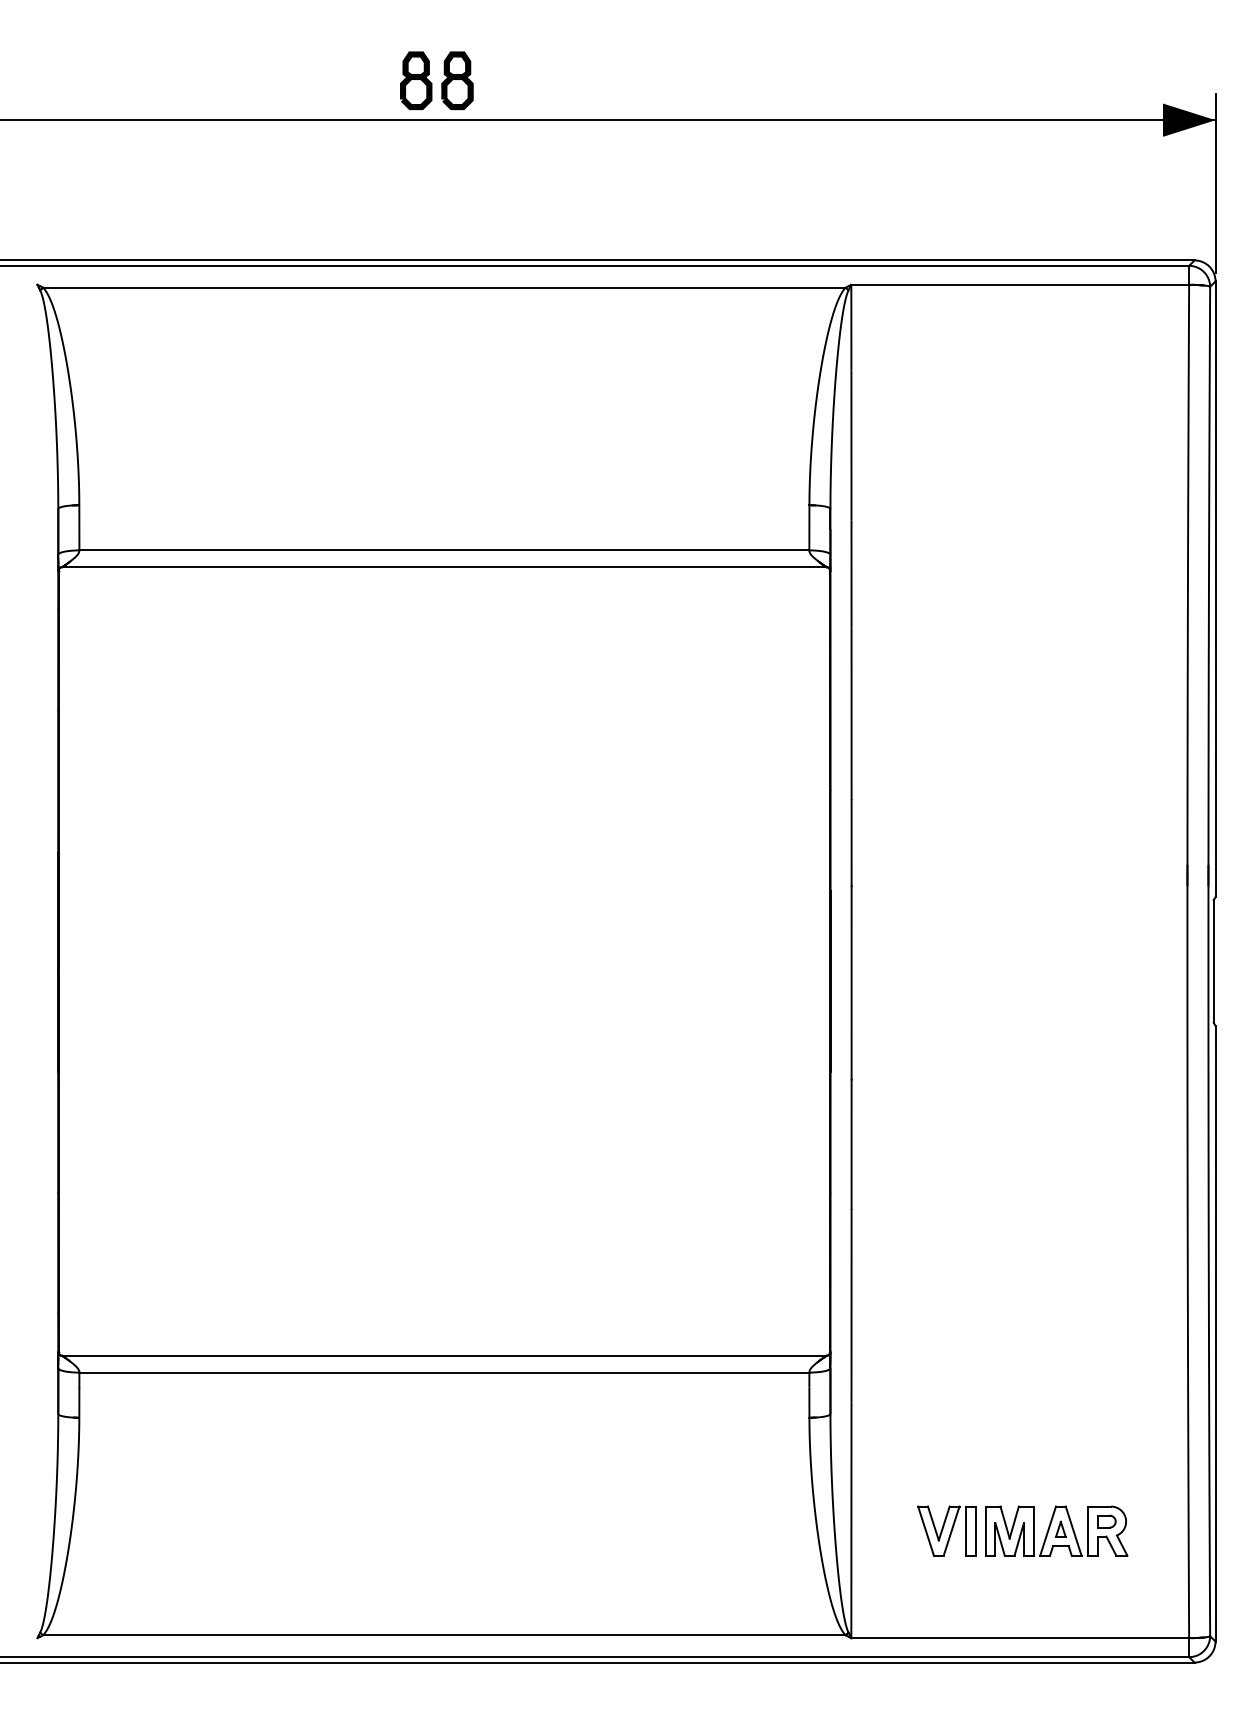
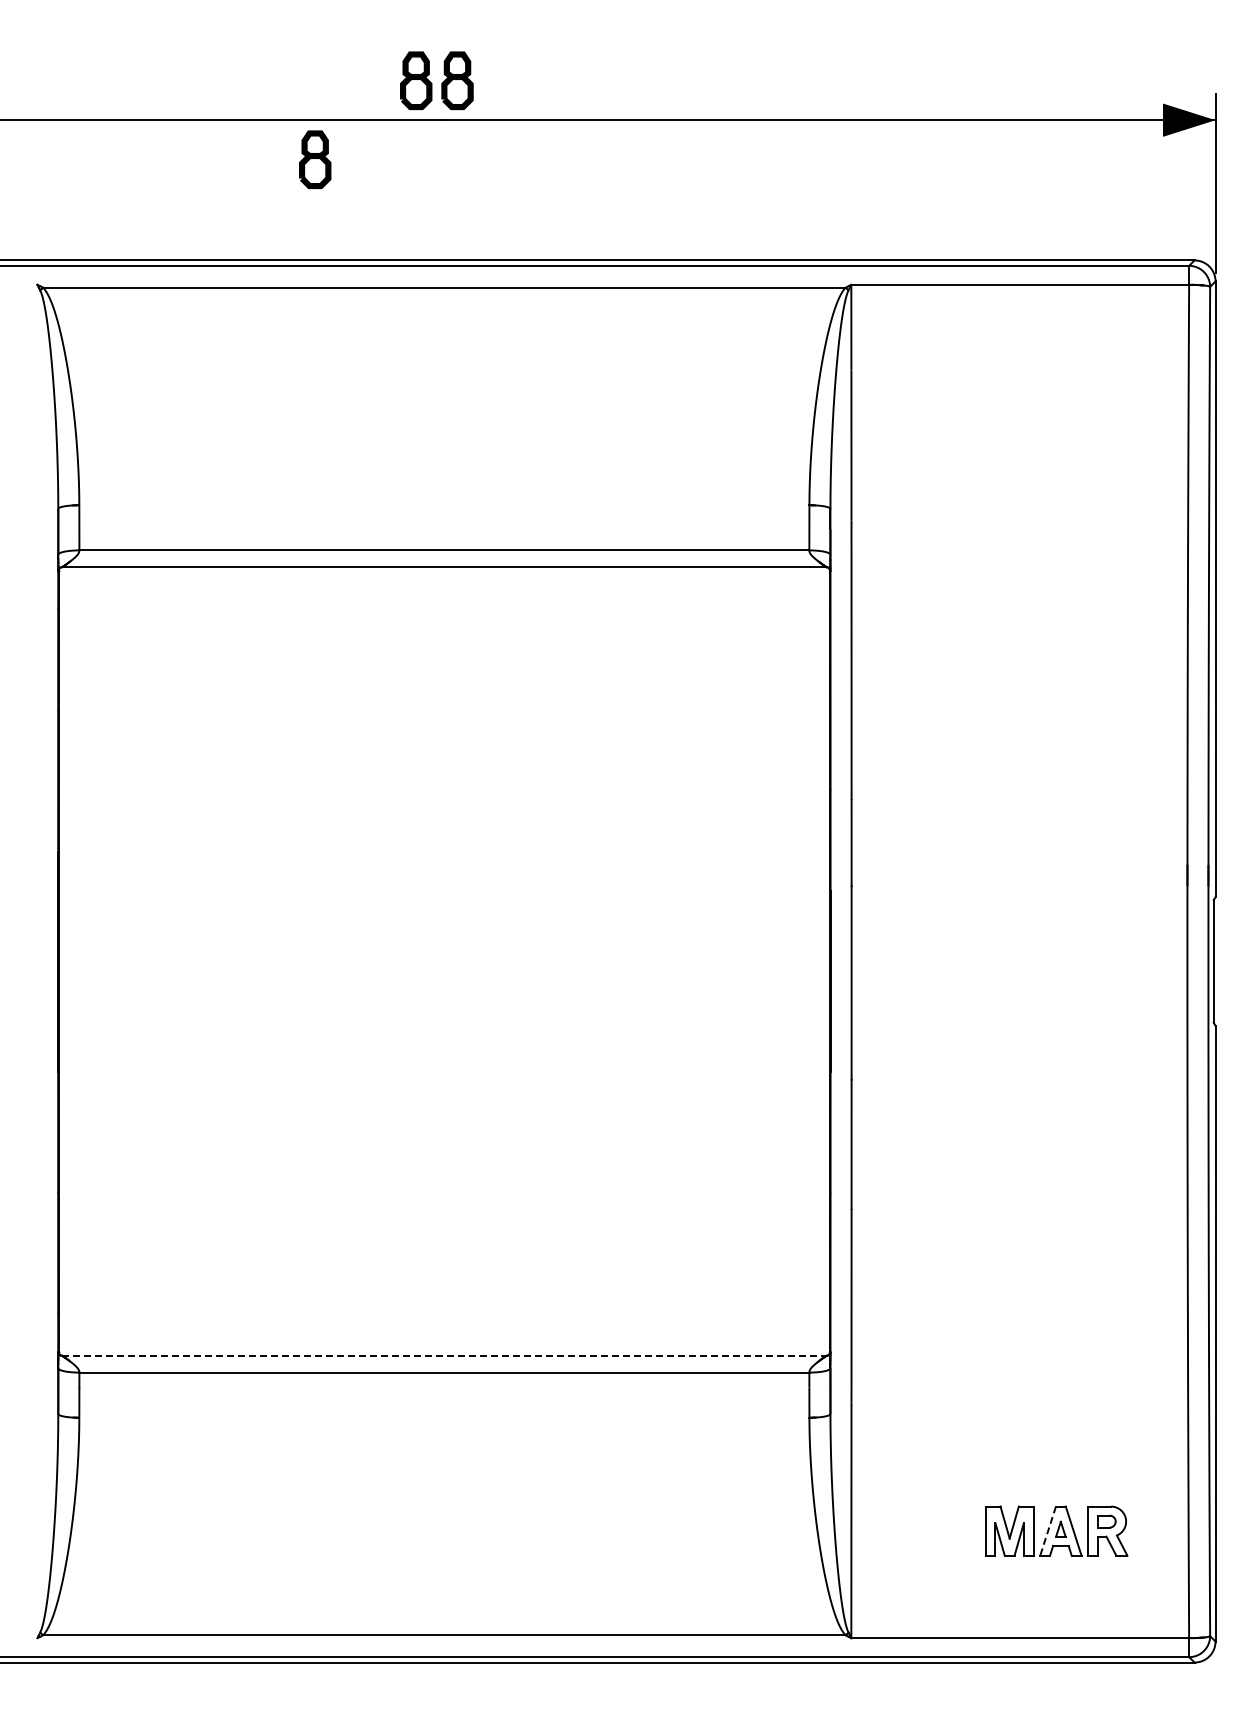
part at (315, 159): none -> present
line at (444, 1355): solid -> dashed
part at (946, 1530): present -> none
line at (1048, 1531): solid -> dashed
